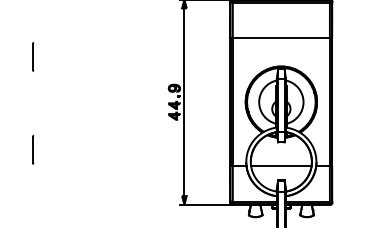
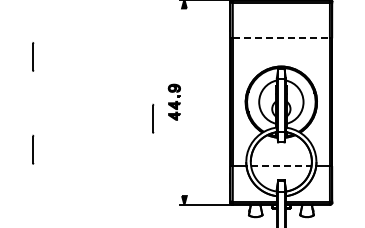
line at (281, 38): solid -> dashed
line at (184, 102): present -> none
line at (153, 118): none -> present
line at (281, 166): solid -> dashed
